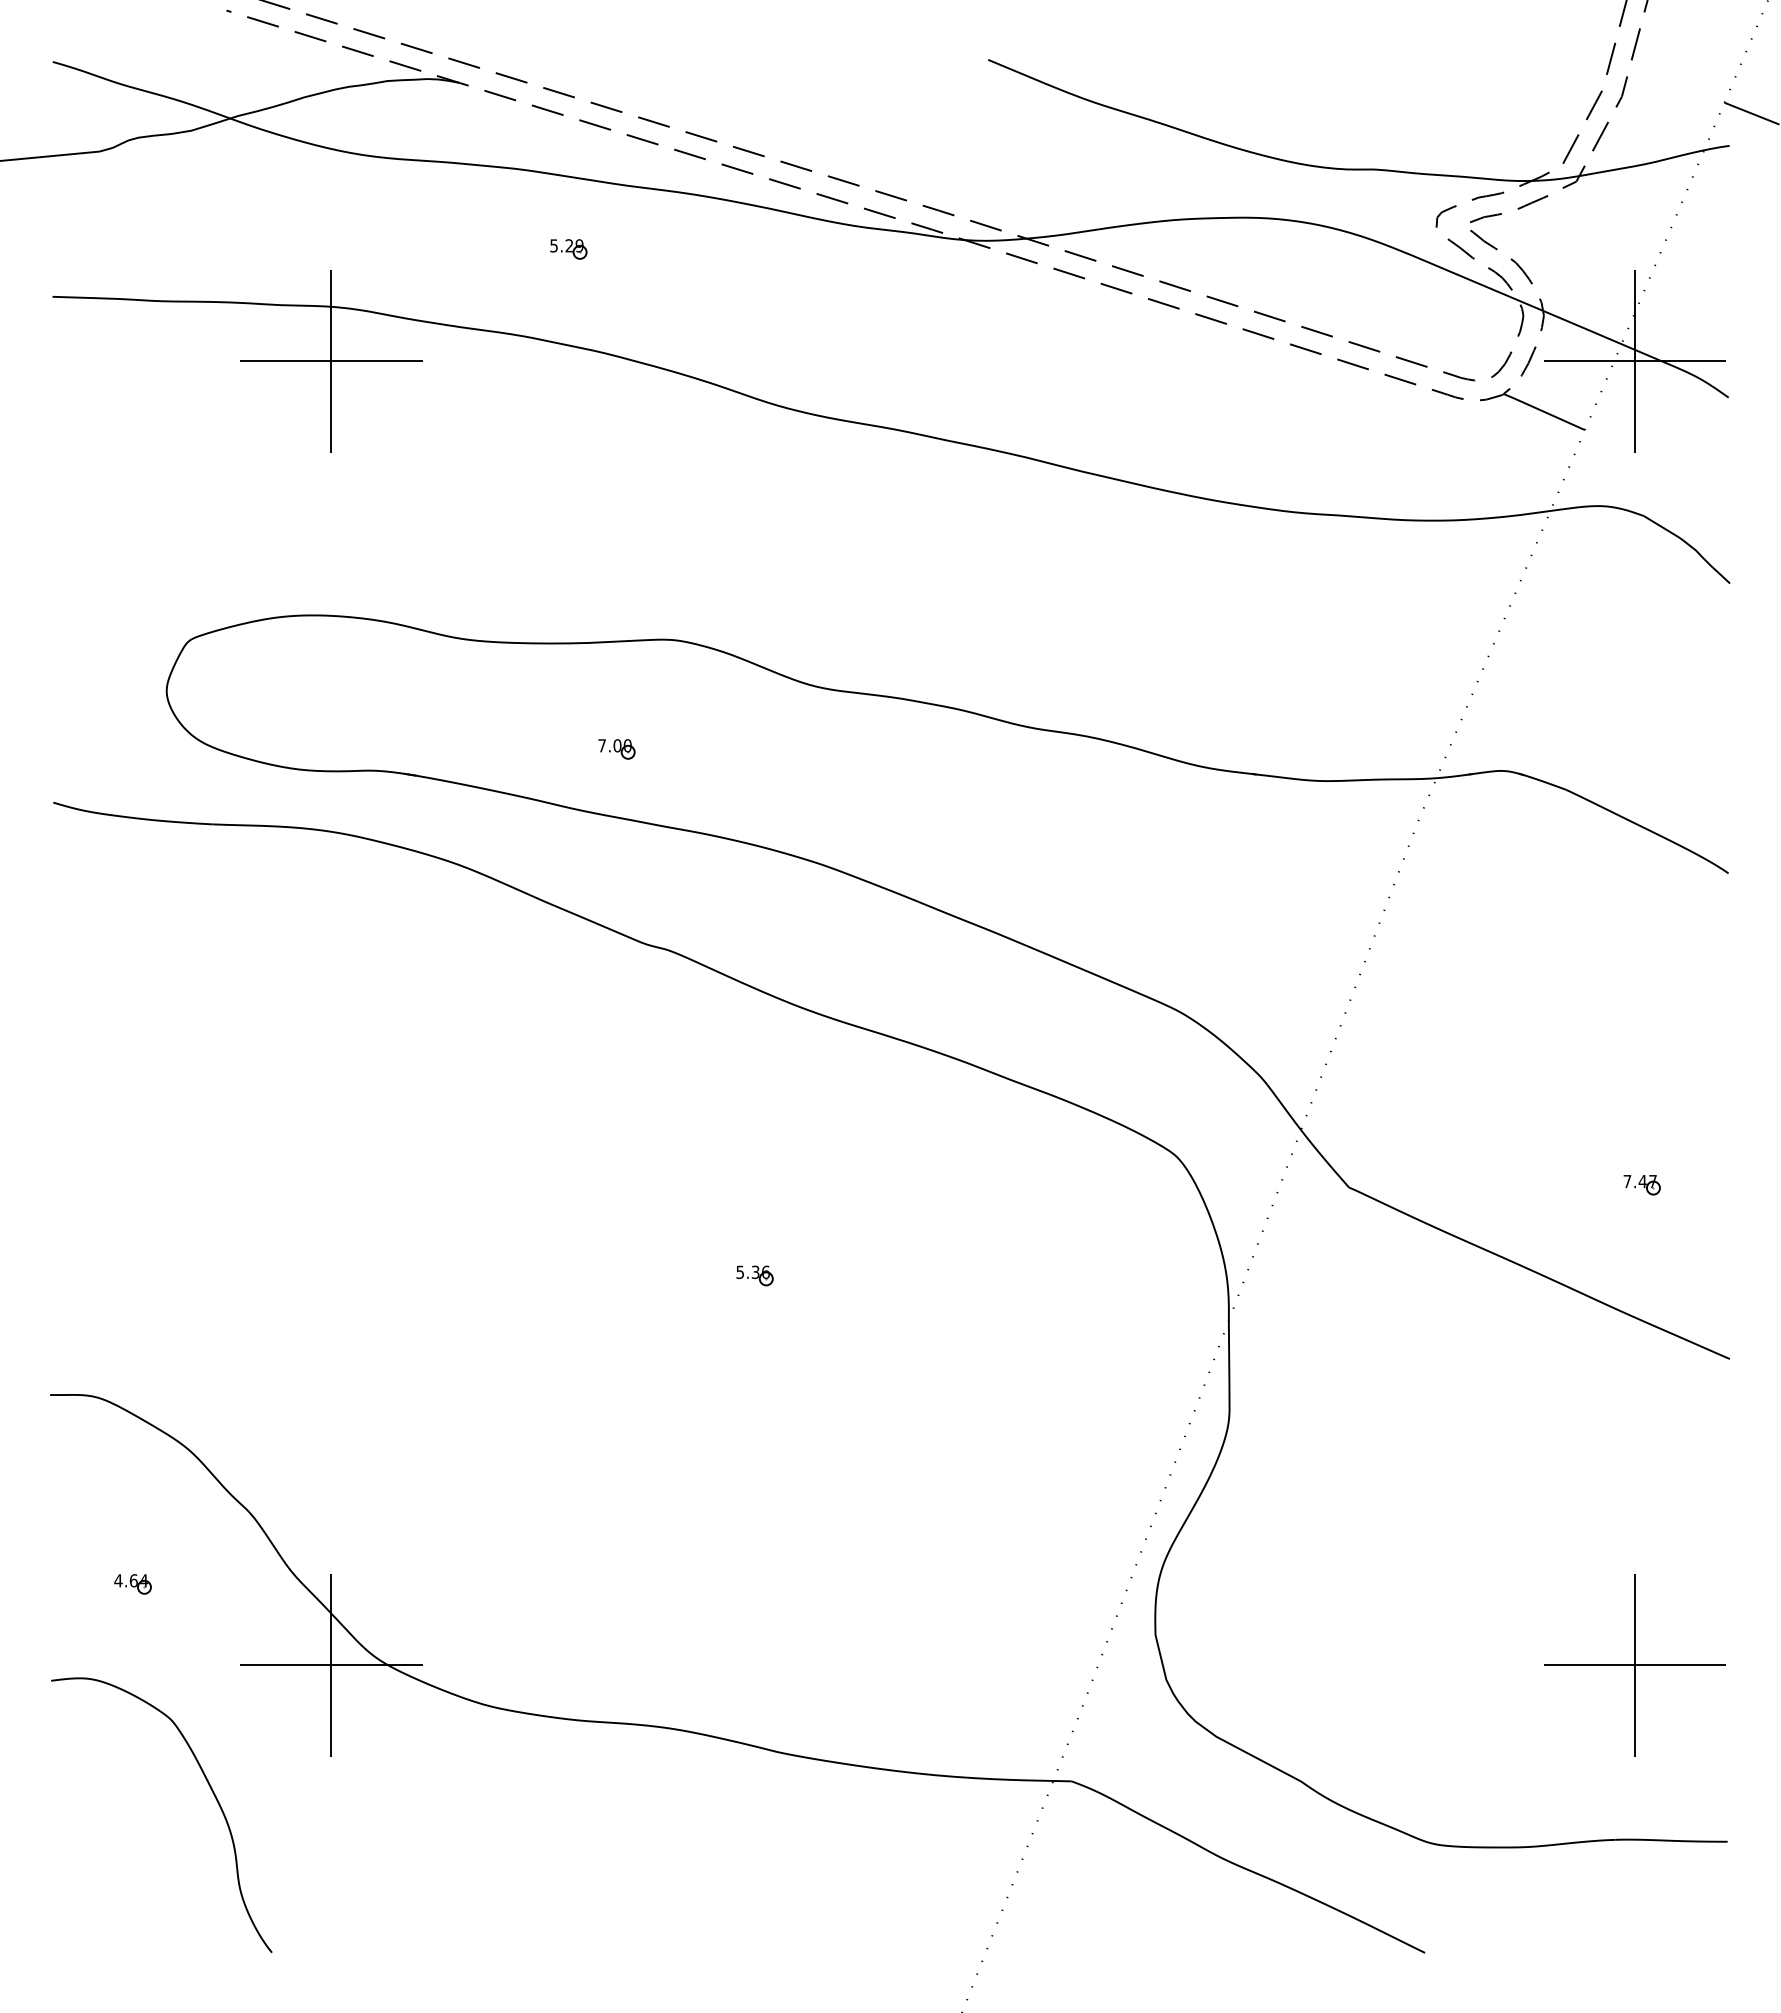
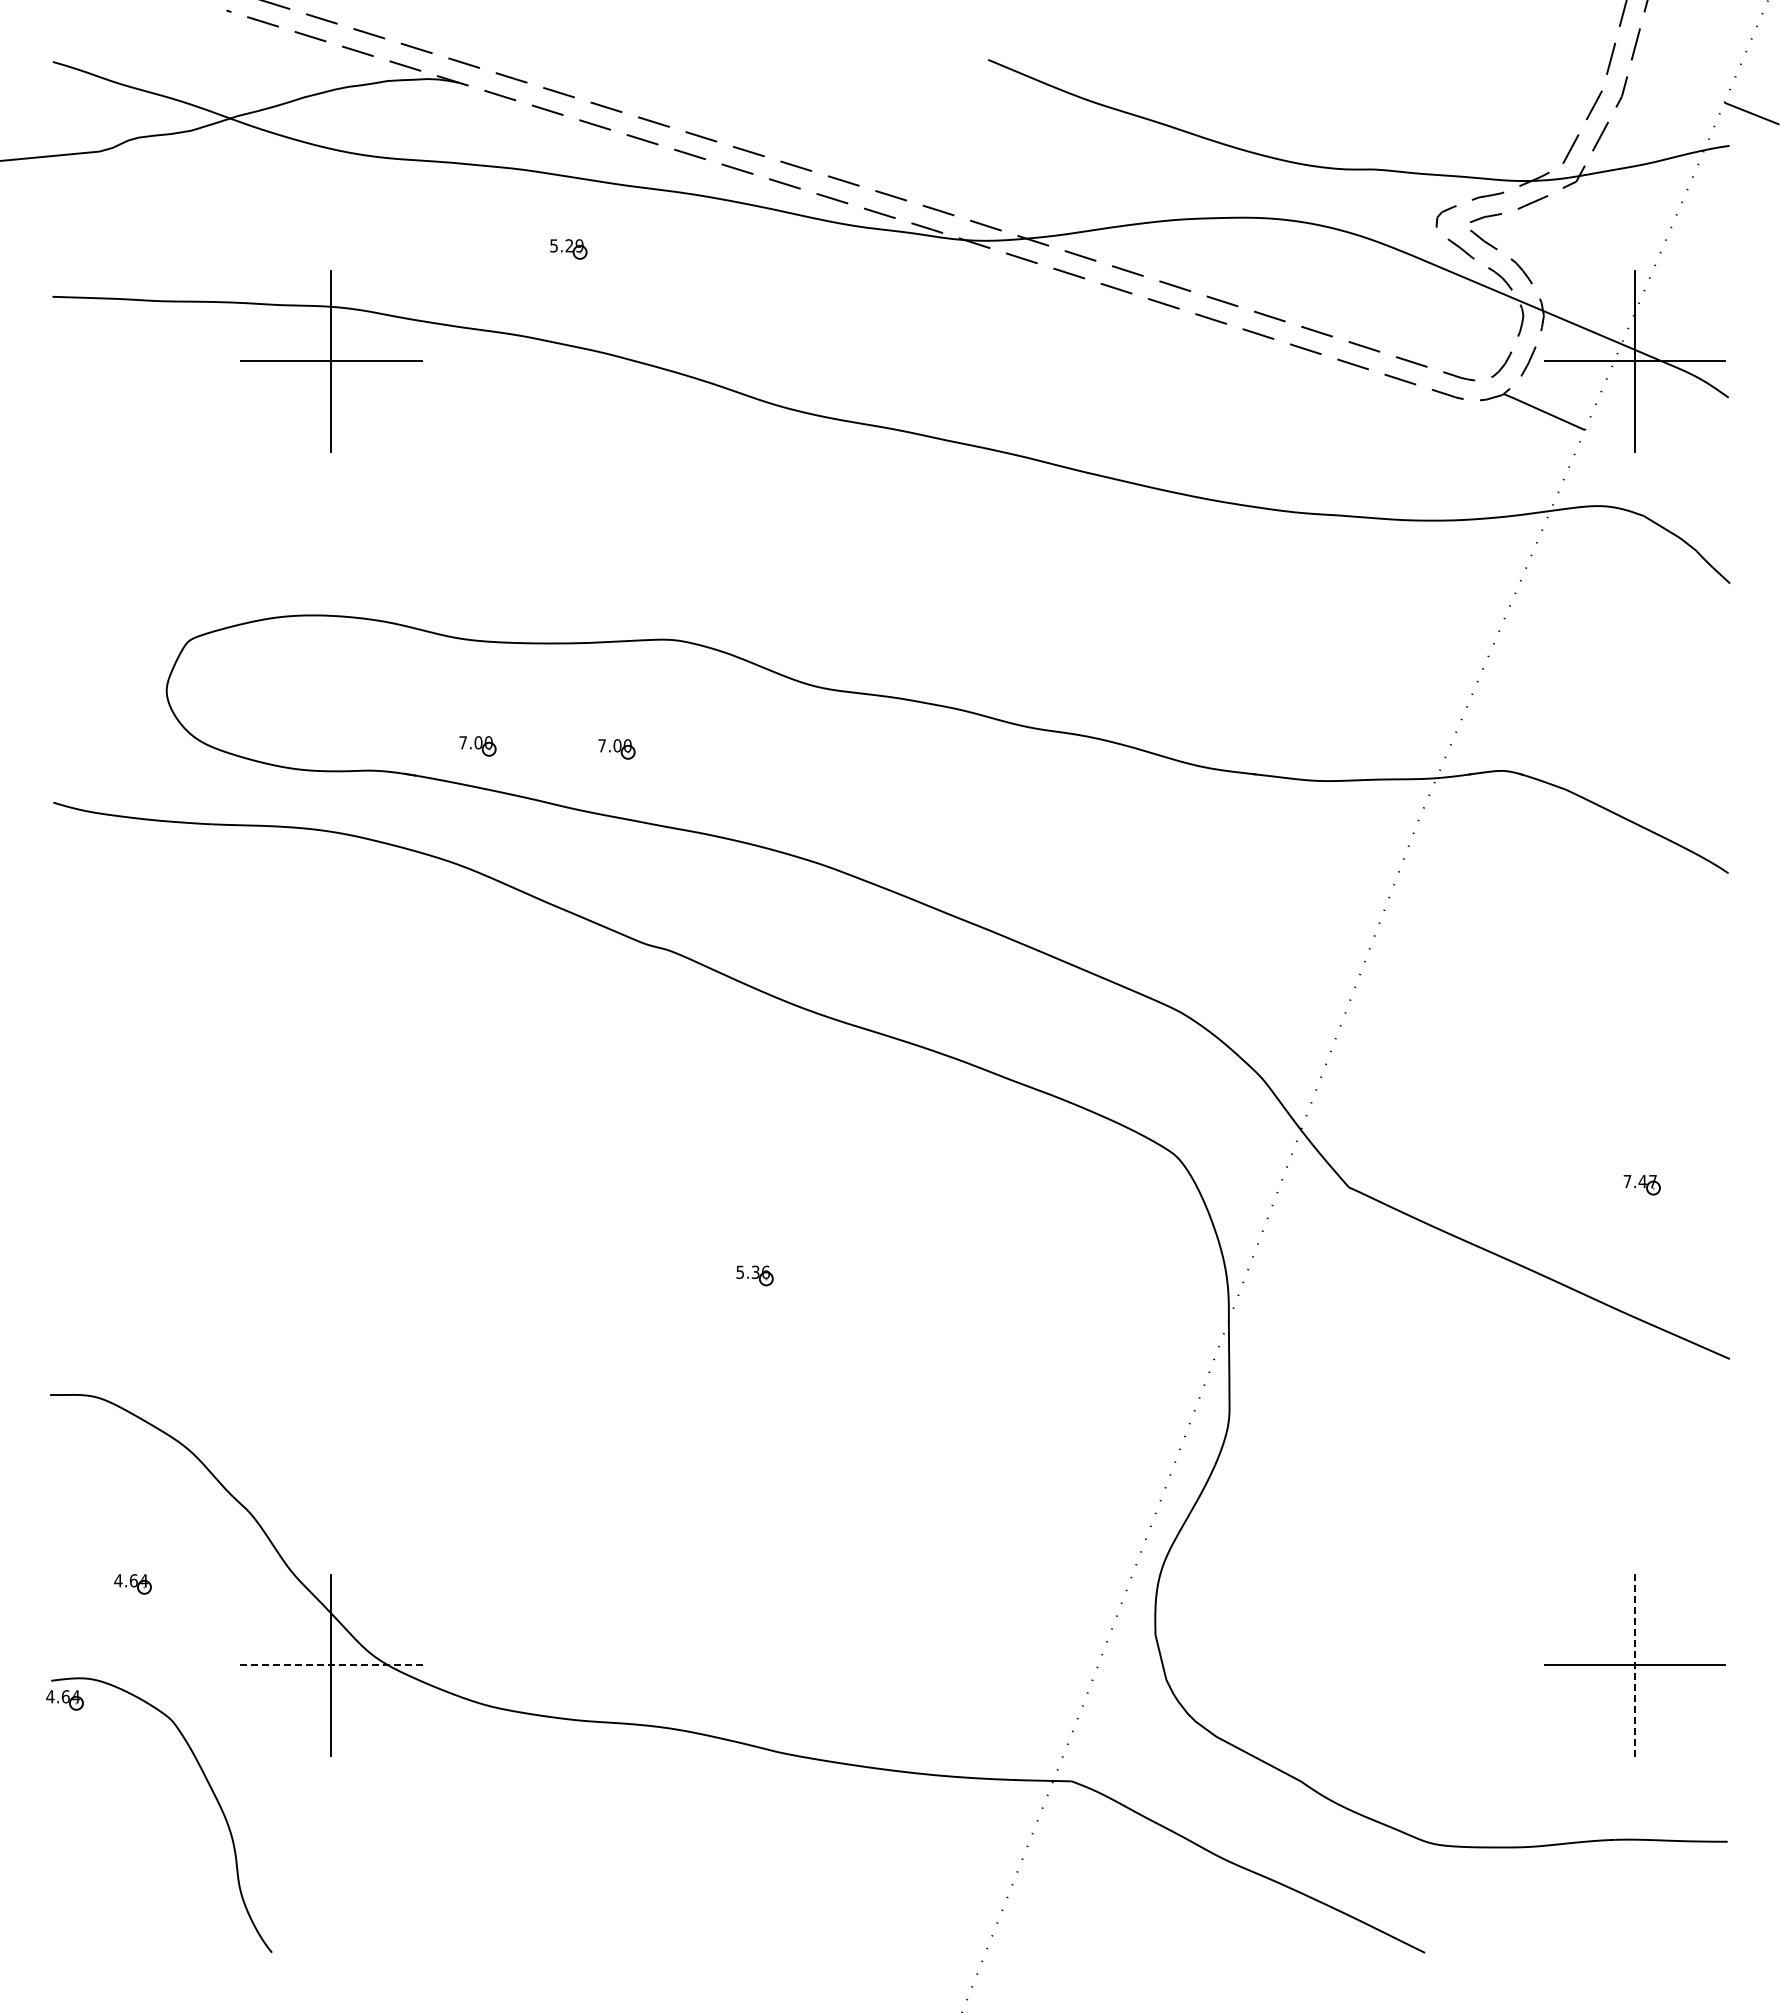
part at (477, 746): none -> present
line at (331, 1665): solid -> dashed
line at (1635, 1665): solid -> dashed
part at (64, 1700): none -> present
